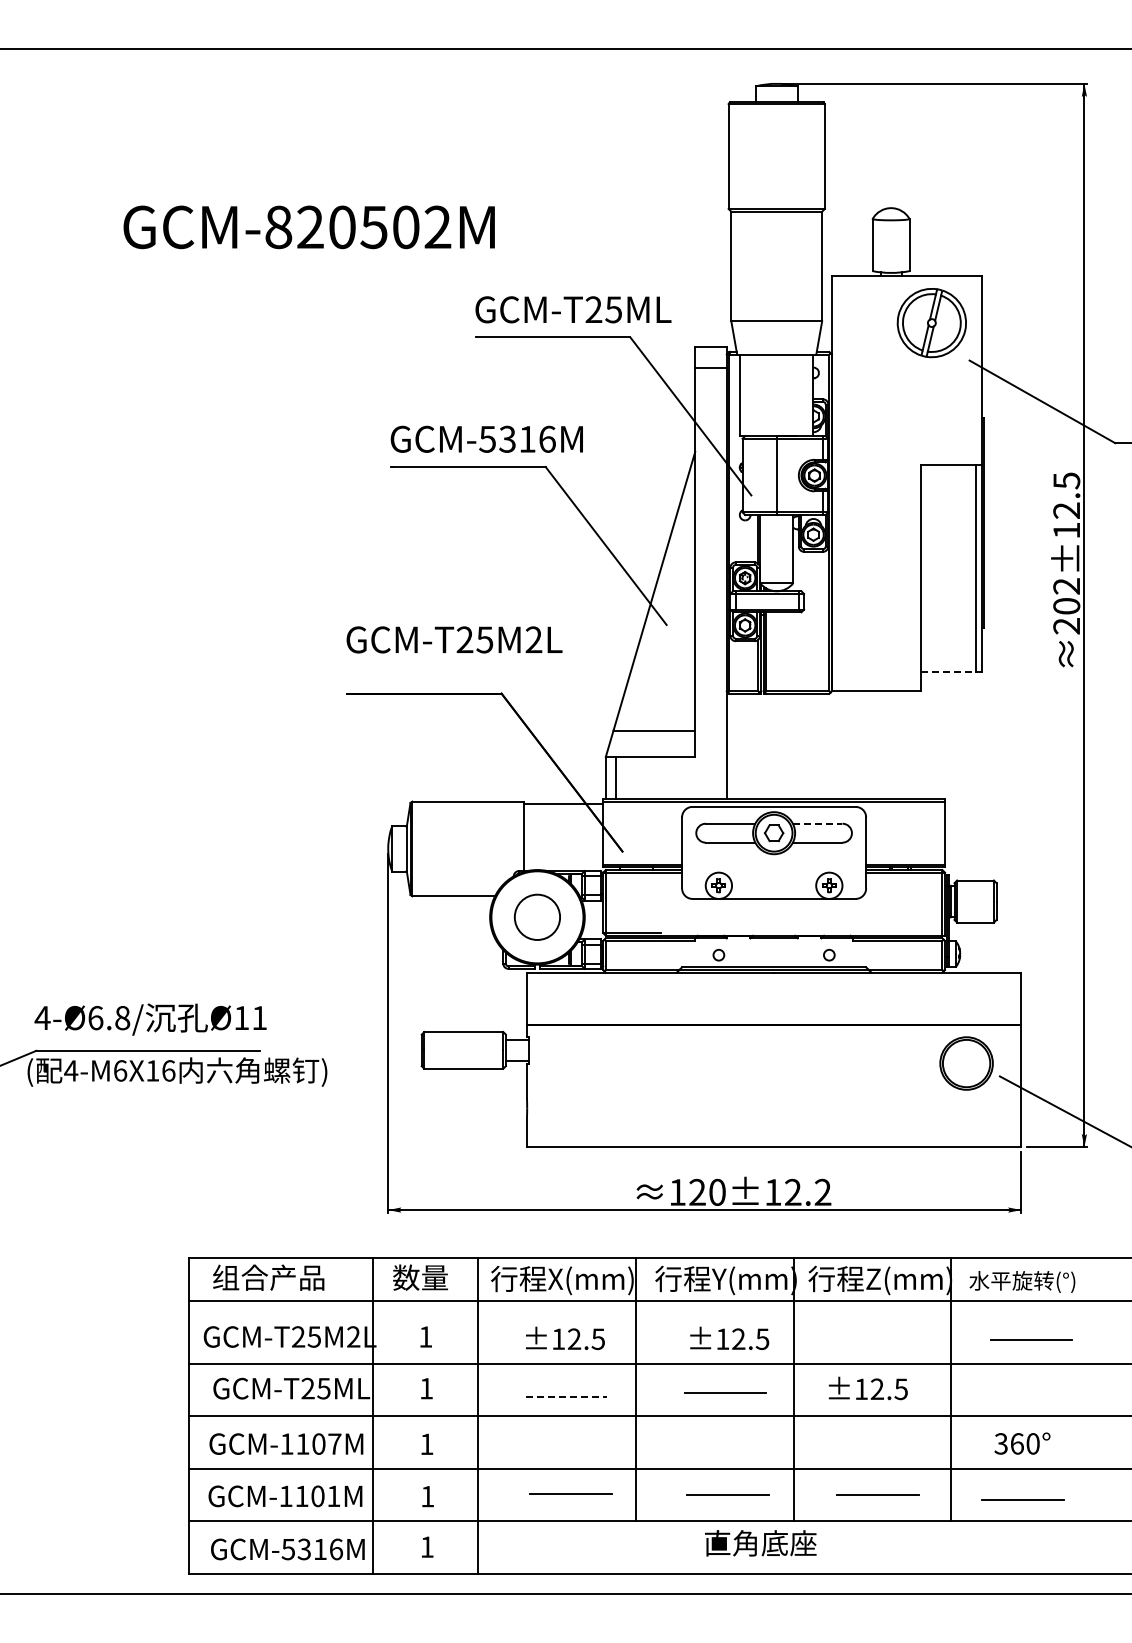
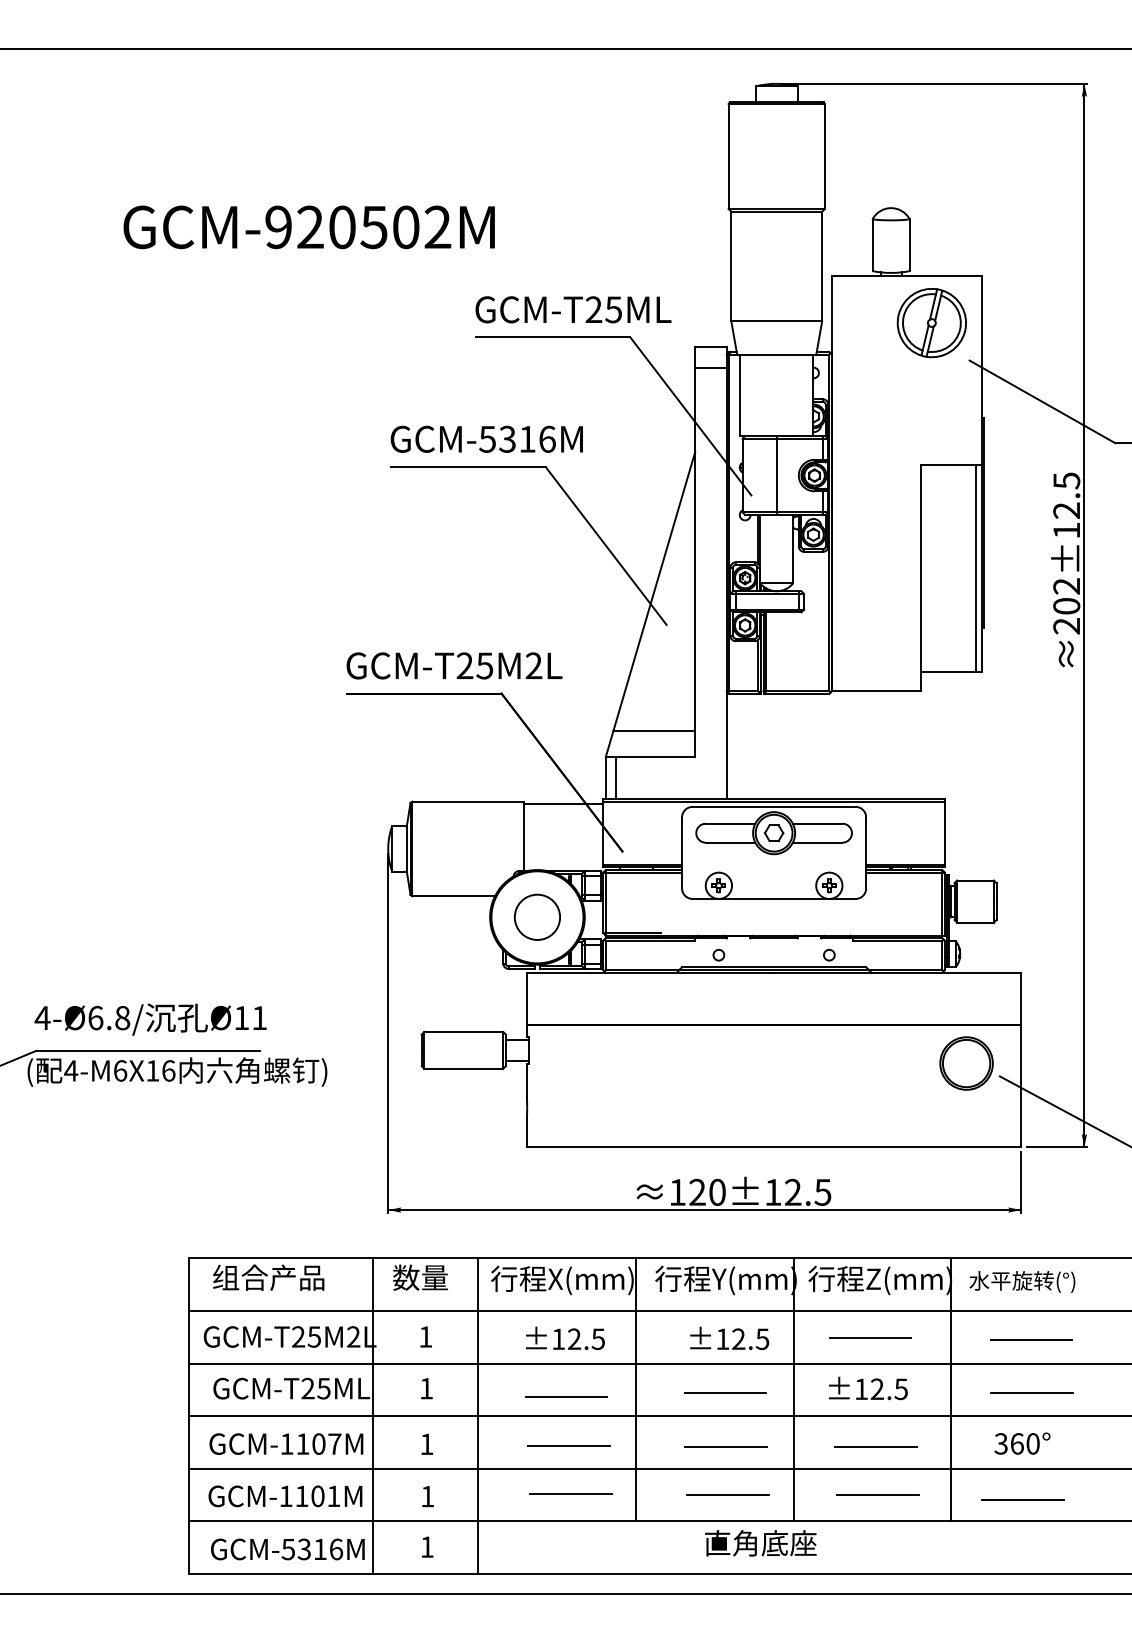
text at (278, 227): GCM-820502M -> GCM-920502M
text at (454, 639) position: (454, 639) -> (454, 665)
line at (948, 671): dashed -> solid
line at (817, 823): dashed -> solid
text at (822, 1191): 120±12.2 -> 120±12.5
line at (658, 1301) position: (658, 1301) -> (658, 1311)
line at (870, 1338): none -> present
line at (1031, 1392): none -> present
line at (566, 1397): dashed -> solid
line at (568, 1445): none -> present
line at (725, 1447): none -> present
line at (875, 1447): none -> present
